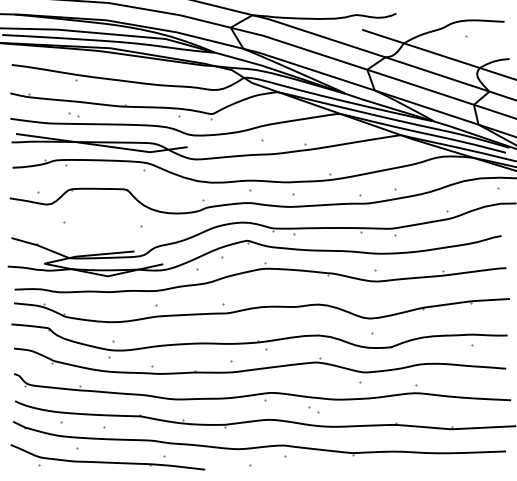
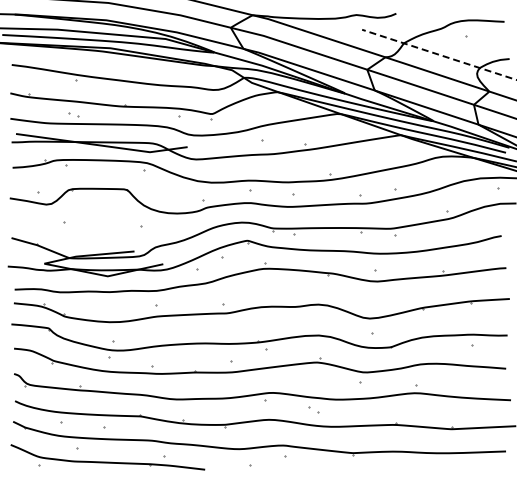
line at (438, 54): solid -> dashed
